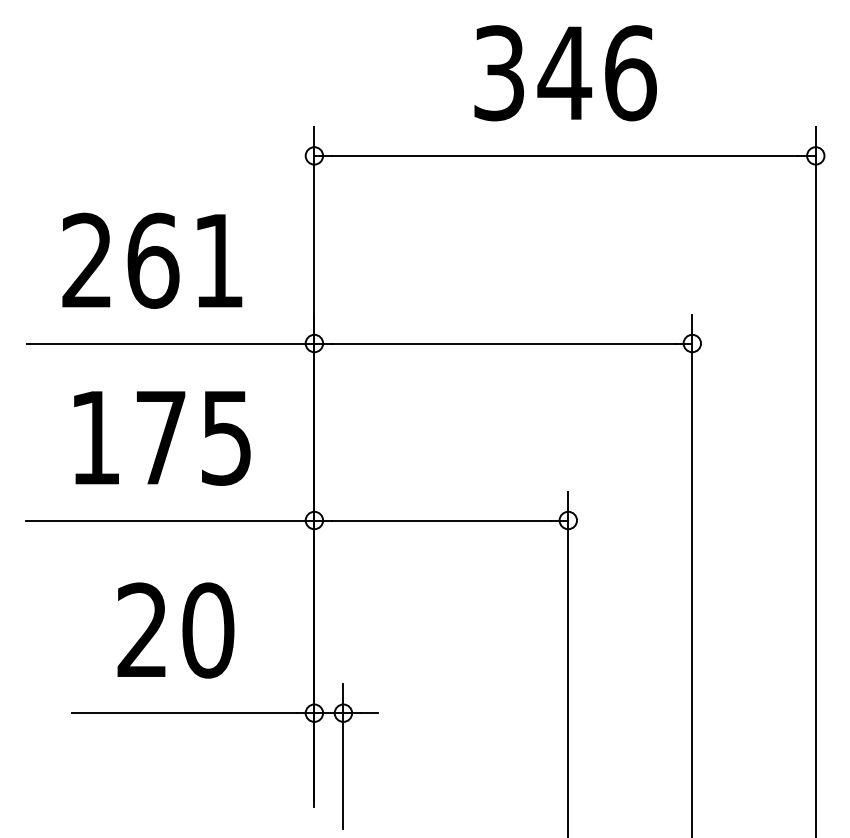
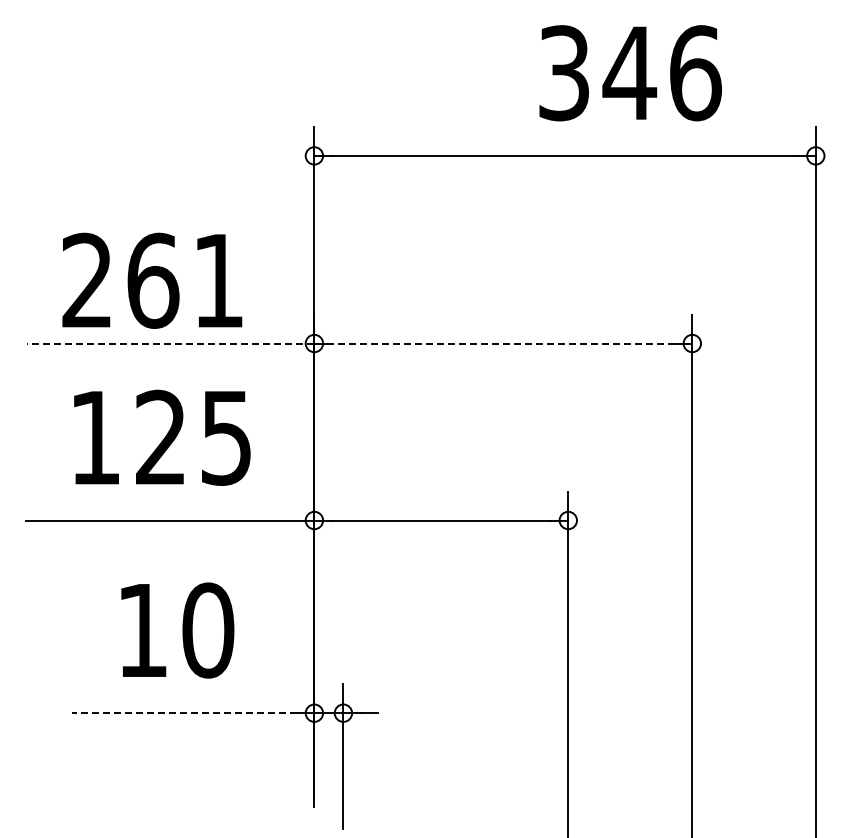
text at (565, 73) position: (565, 73) -> (630, 73)
text at (152, 260) position: (152, 260) -> (152, 280)
line at (170, 343): solid -> dashed
line at (503, 343): solid -> dashed
text at (160, 436): 175 -> 125
text at (141, 629): 20 -> 10
line at (184, 713): solid -> dashed
